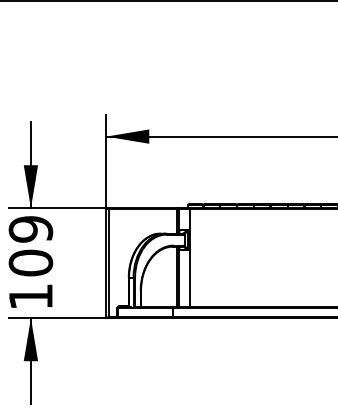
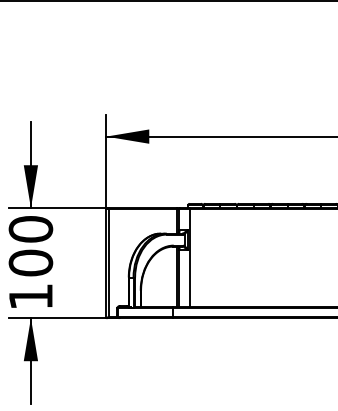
text at (30, 229): 109 -> 100
